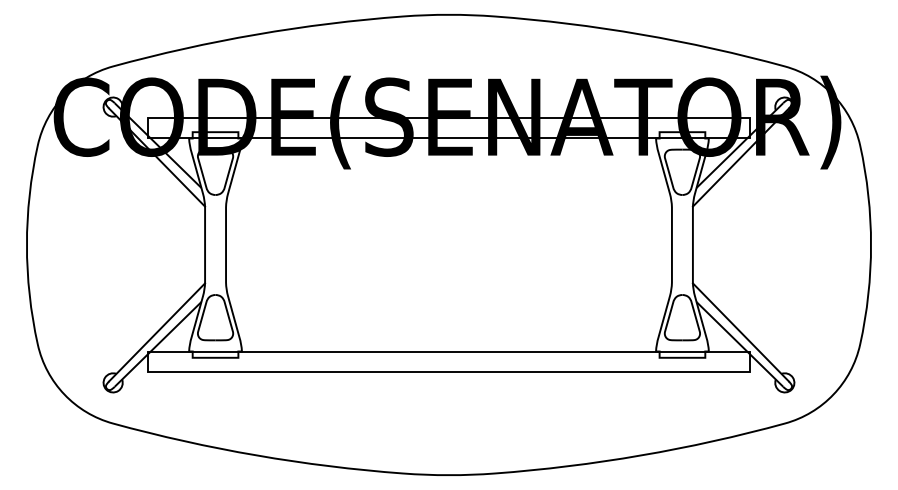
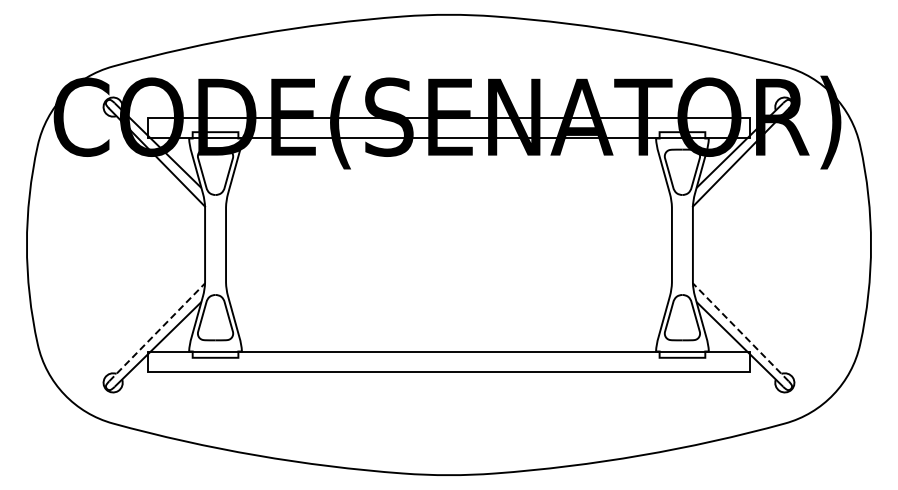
line at (157, 332): solid -> dashed
line at (740, 332): solid -> dashed
